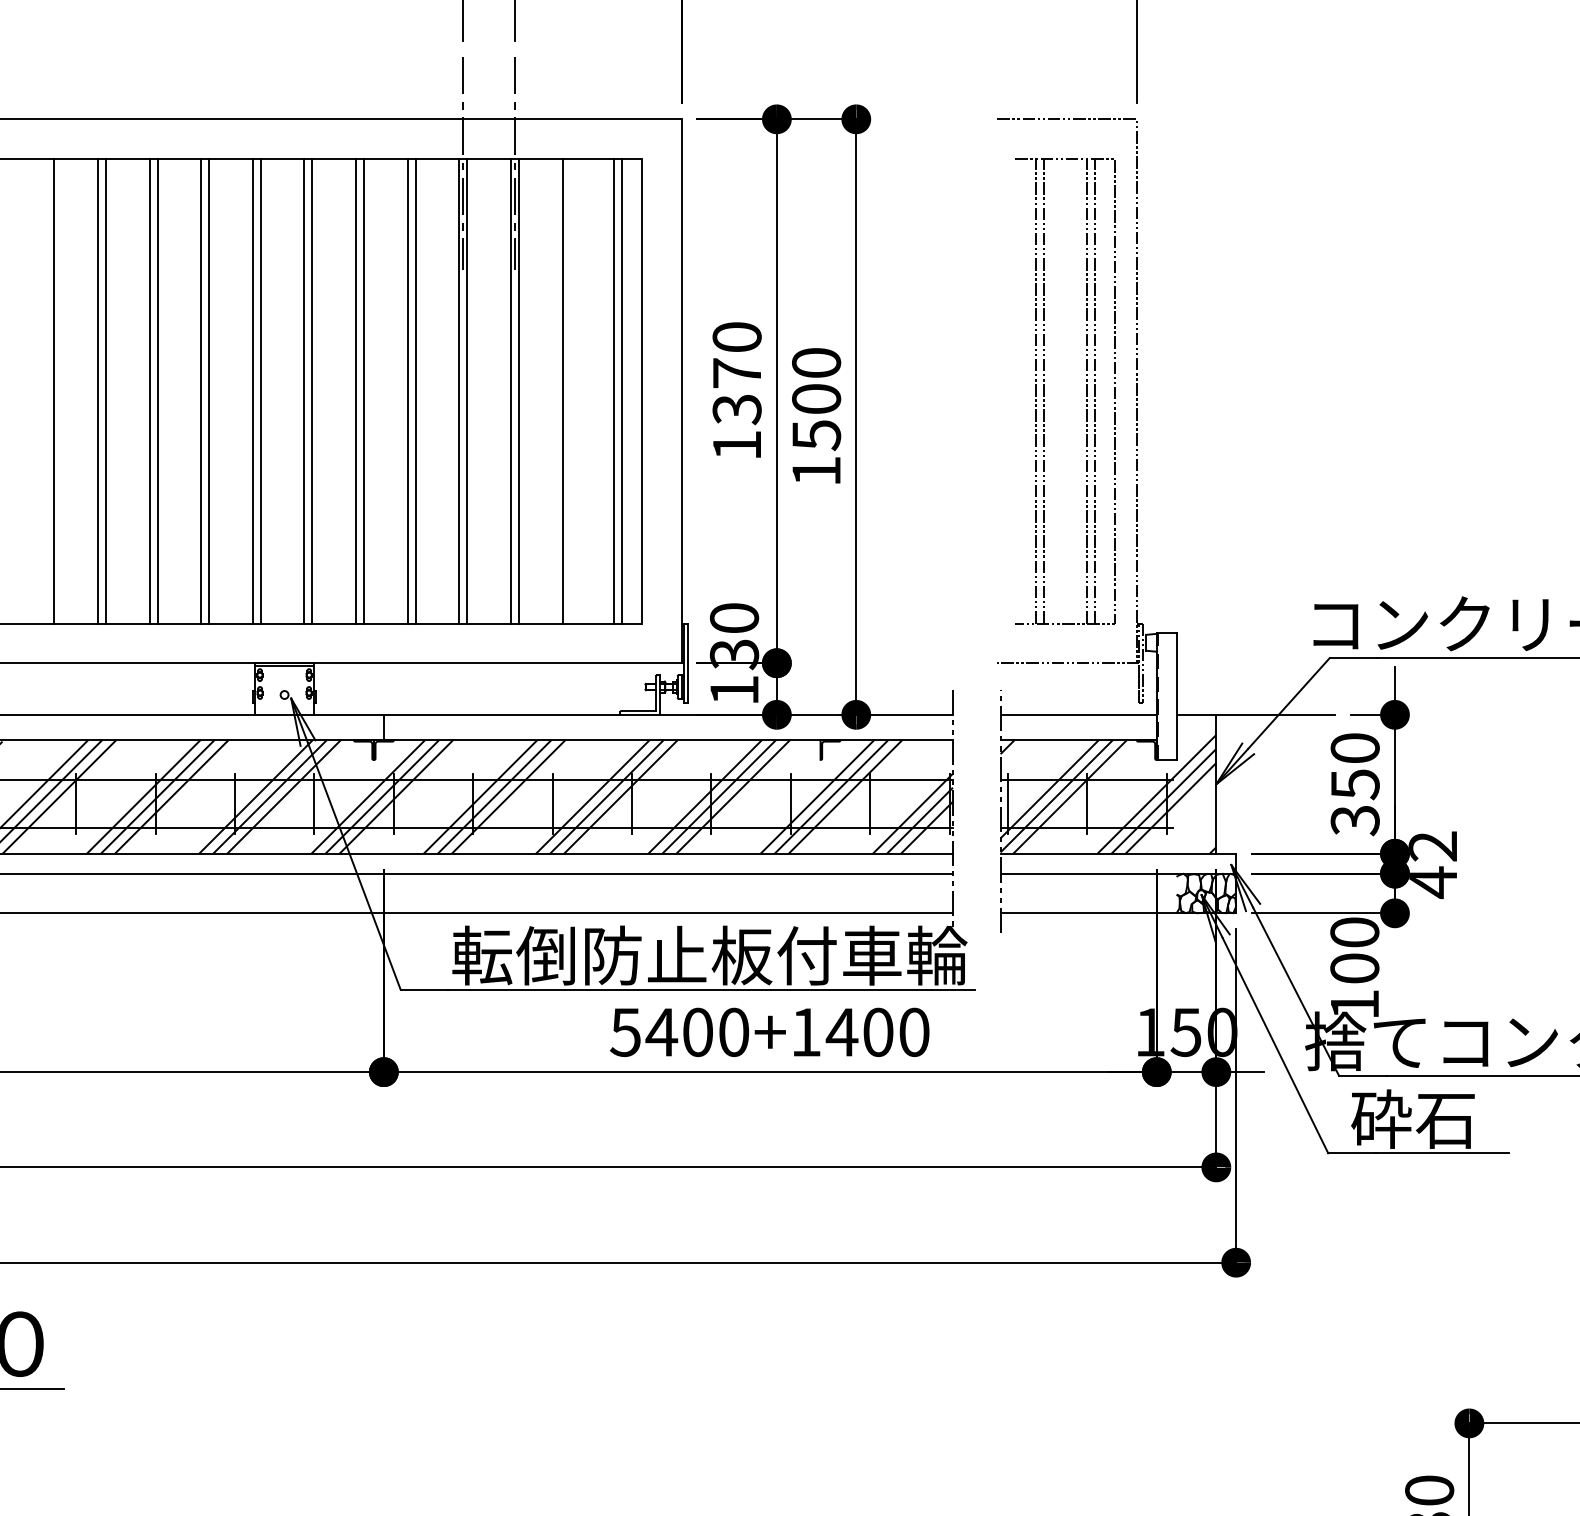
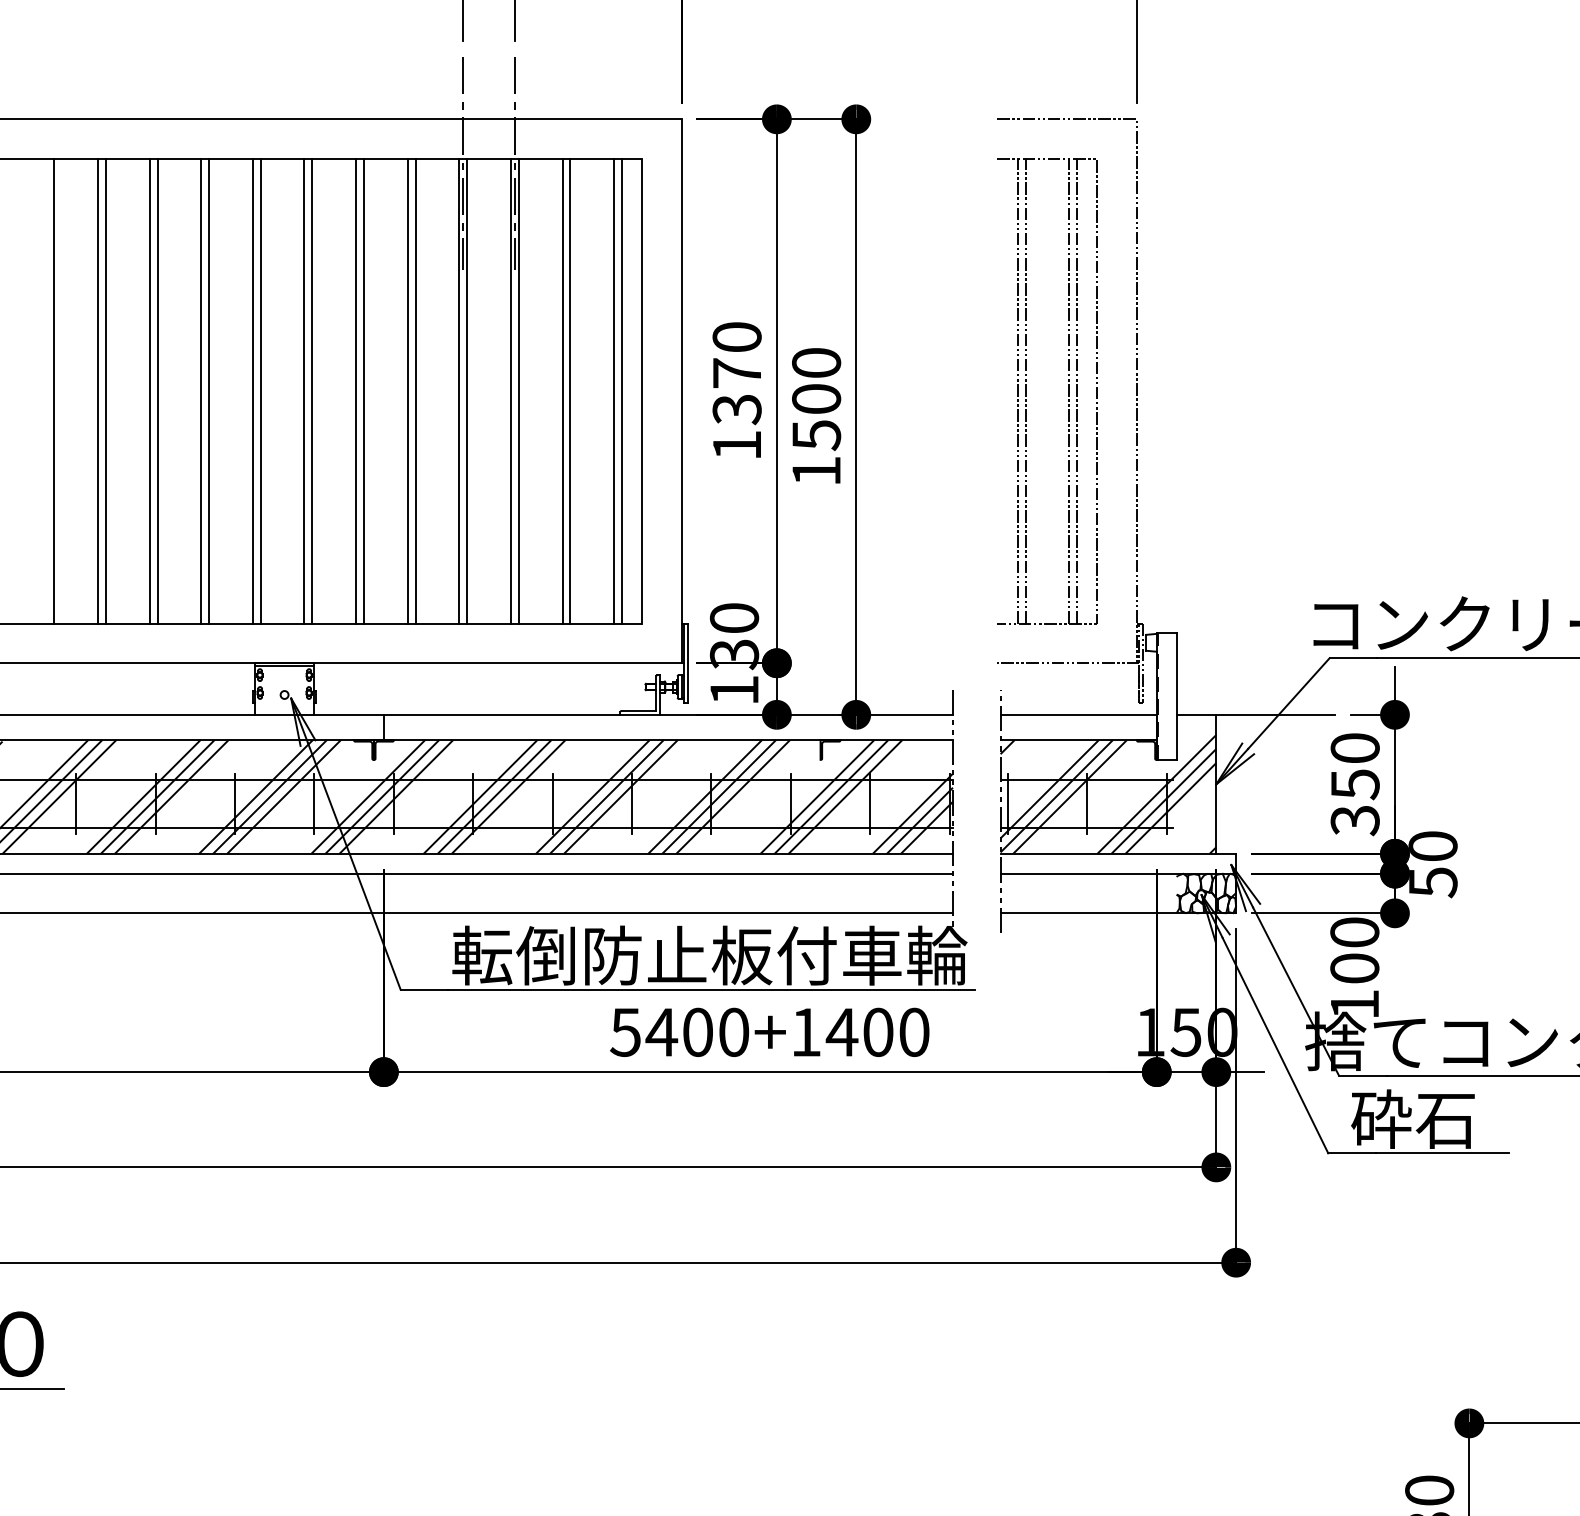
line at (570, 391): none -> present
part at (1044, 391) position: (1044, 391) -> (1026, 391)
text at (1432, 864): 42 -> 50
